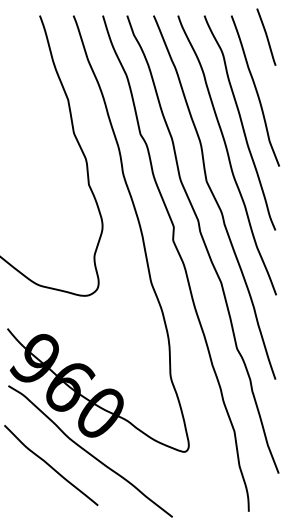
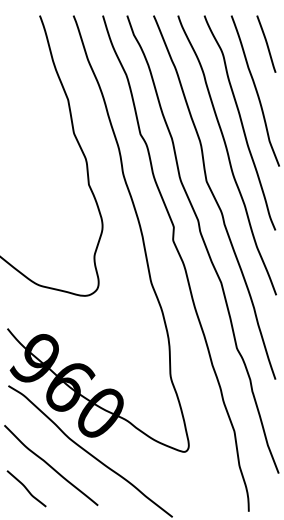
line at (266, 36) position: (266, 36) -> (266, 43)
curve at (26, 488): none -> present
